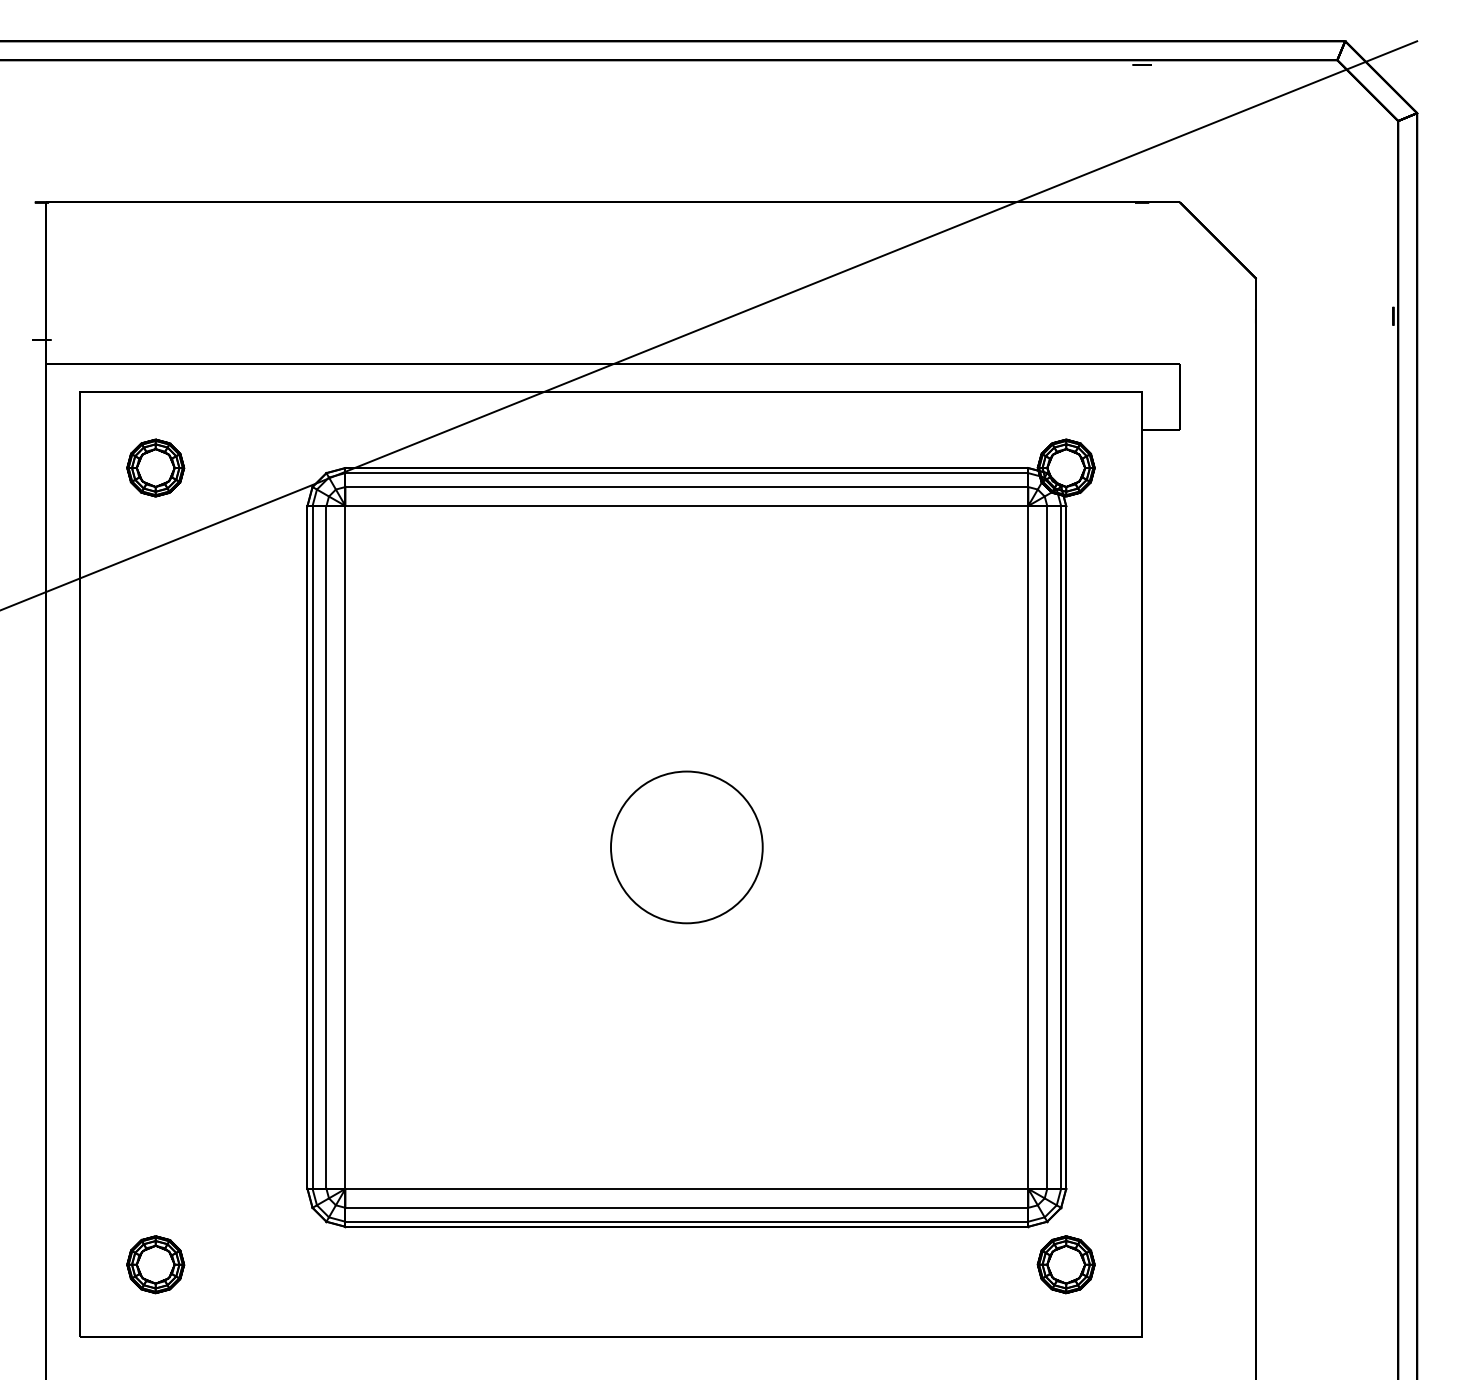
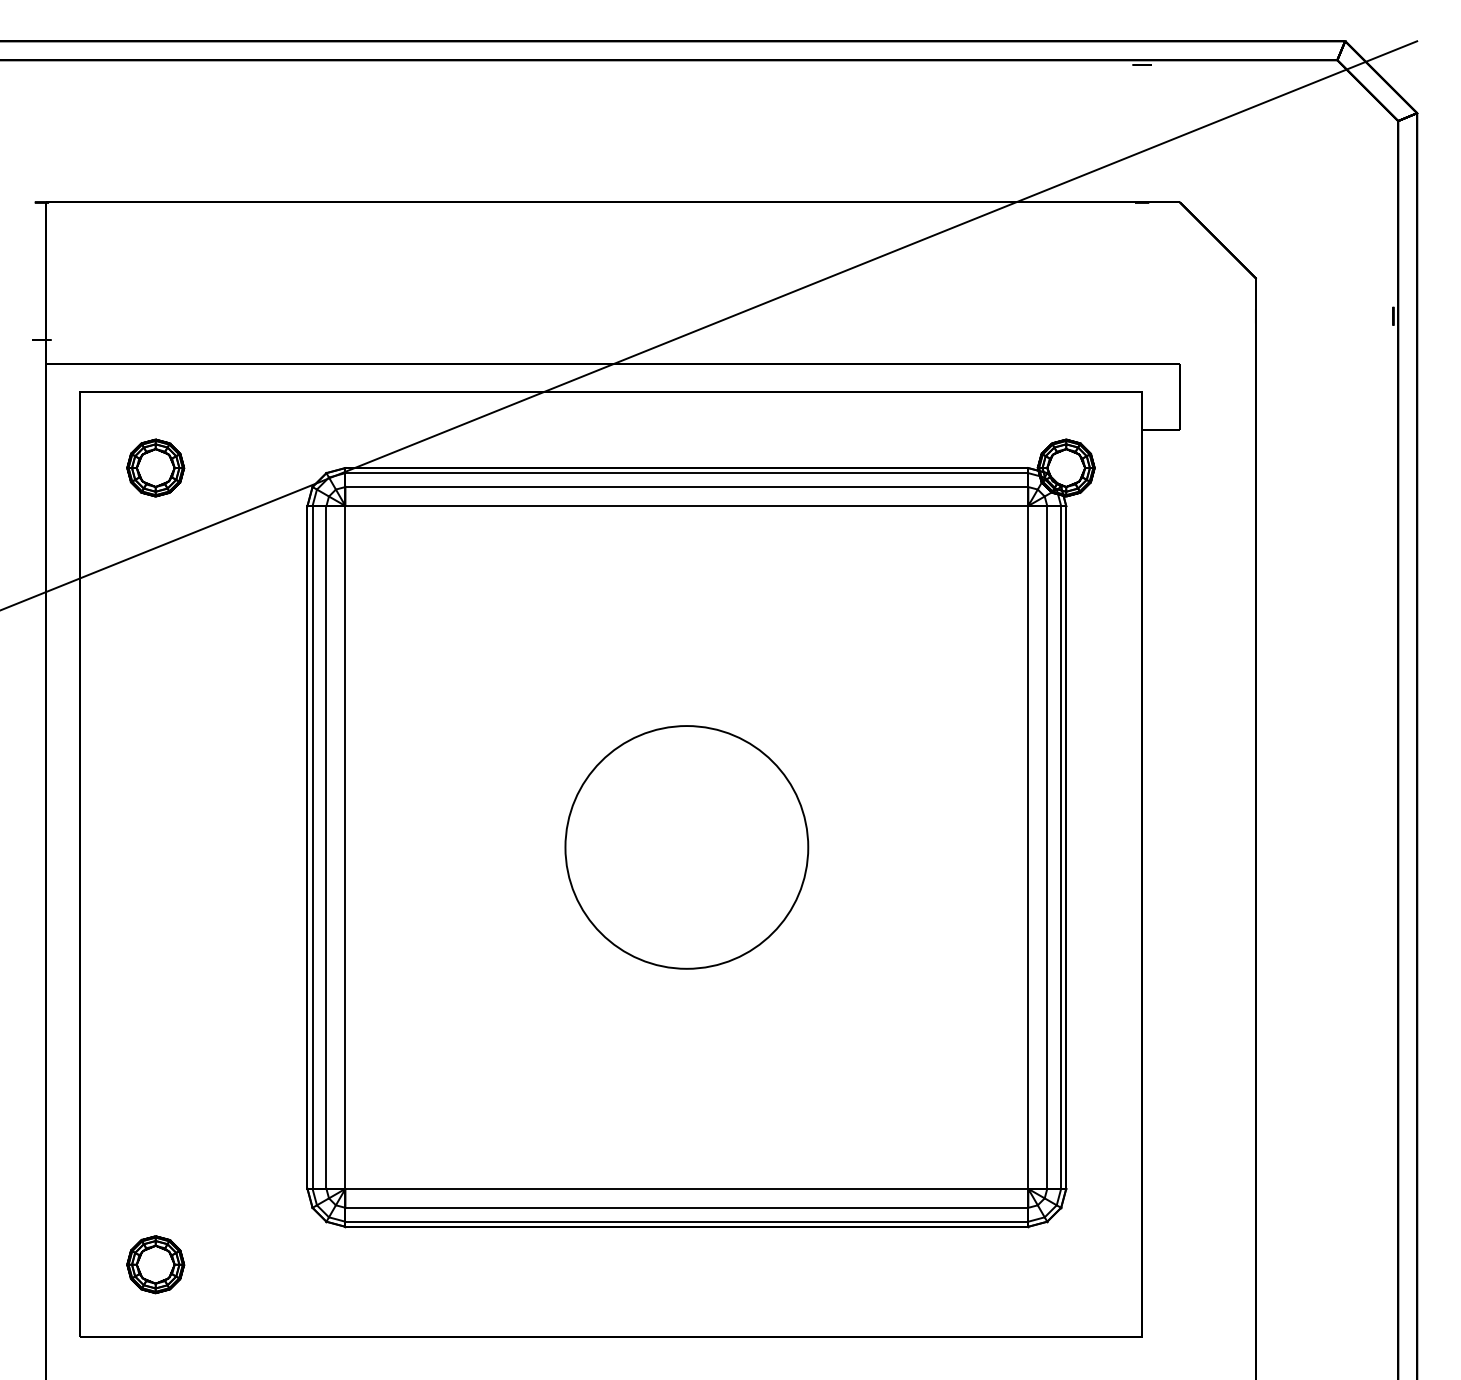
circle at (686, 847) diameter: 152 px -> 243 px
part at (1065, 1264): present -> none
